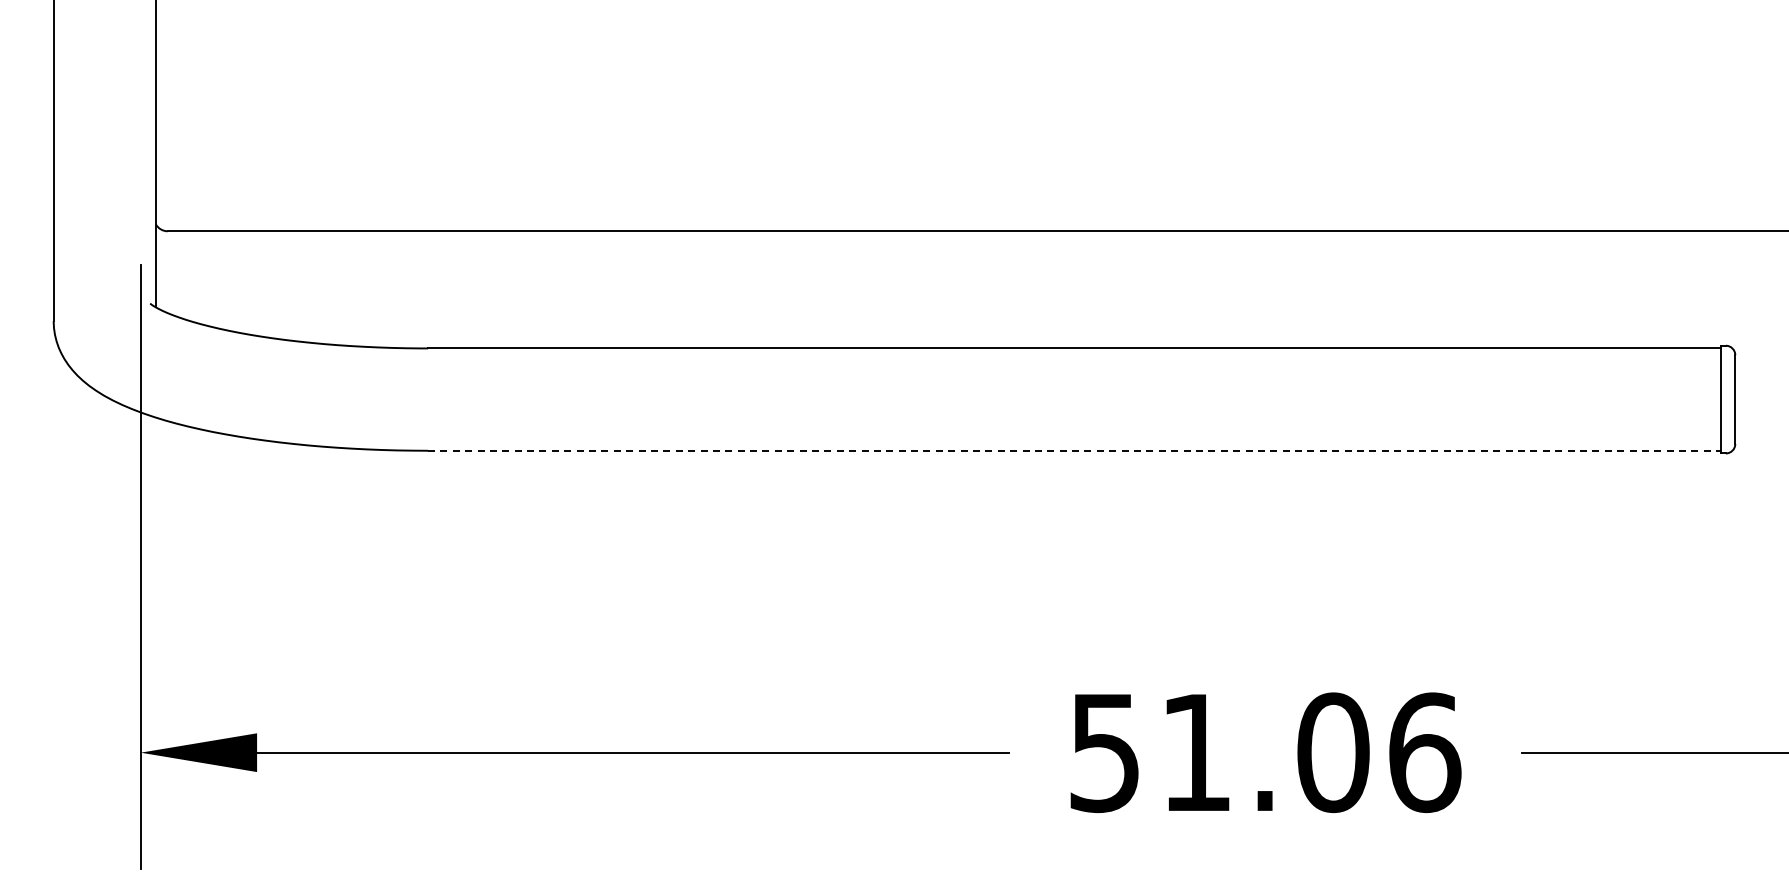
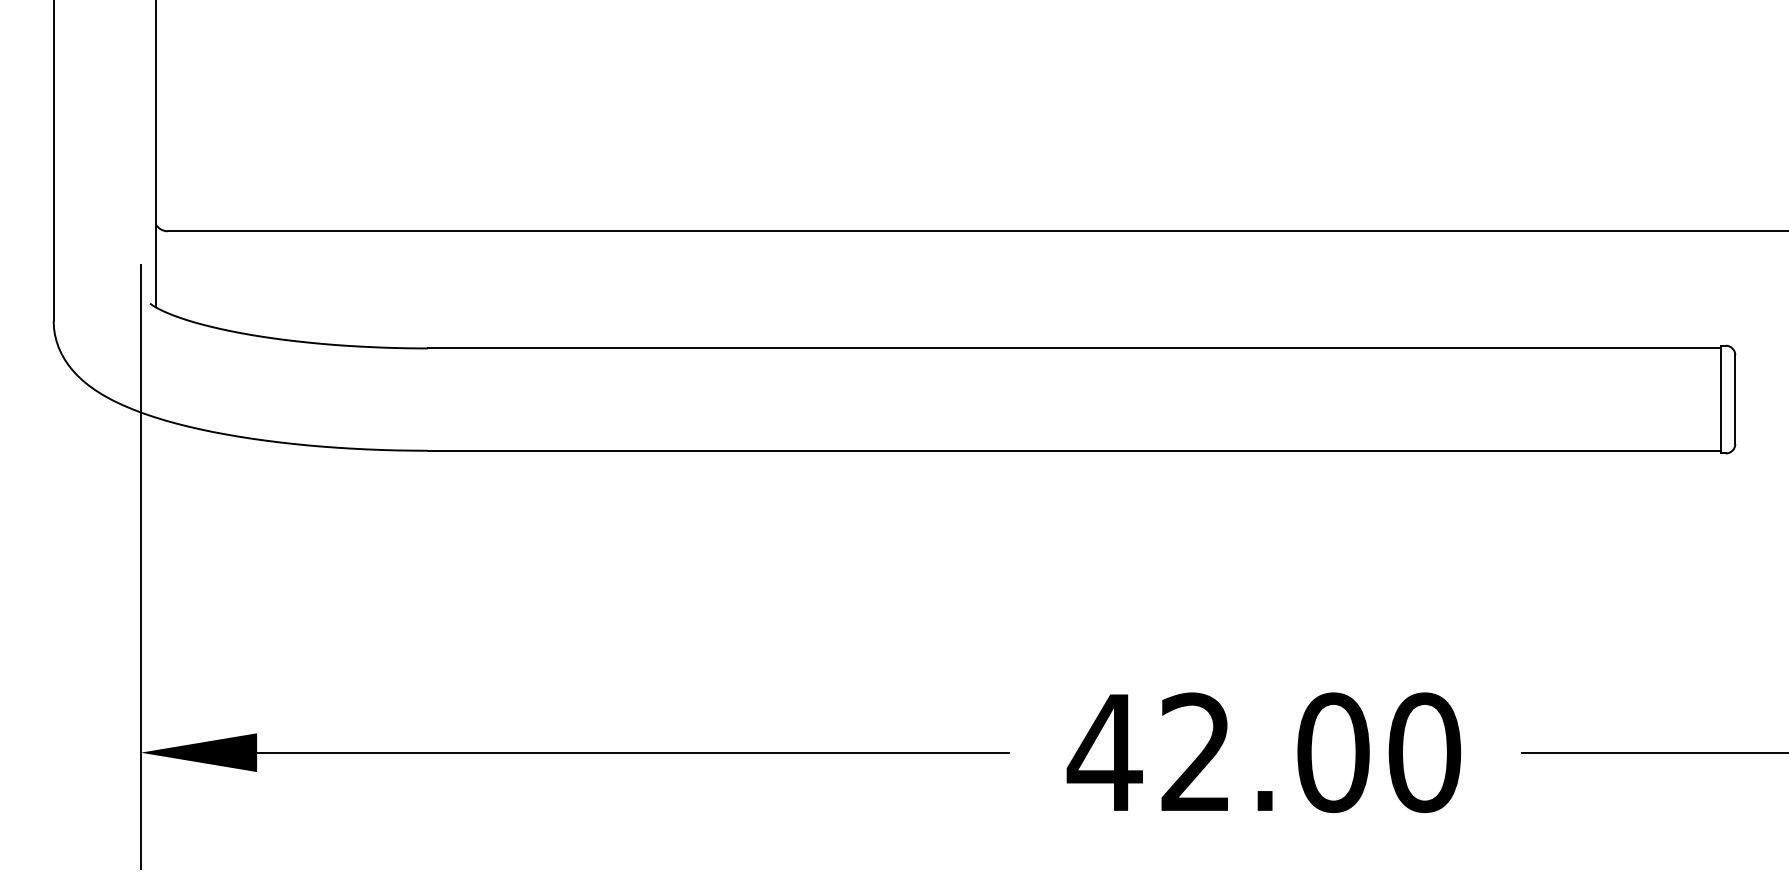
line at (1074, 450): dashed -> solid
text at (1263, 752): 51.06 -> 42.00
